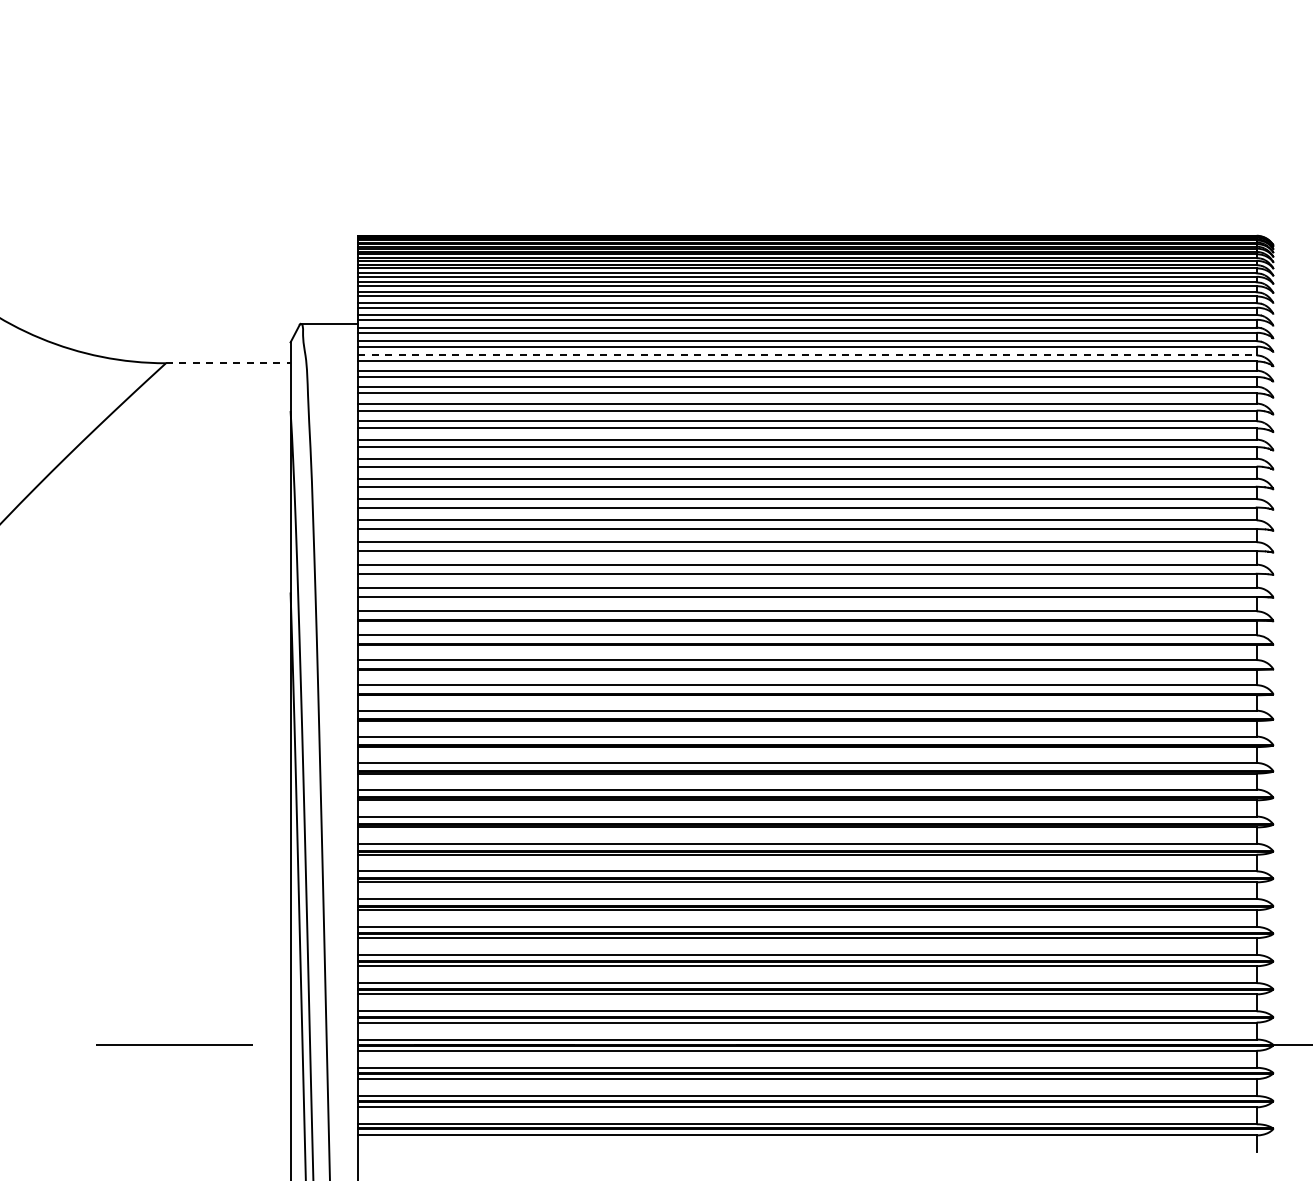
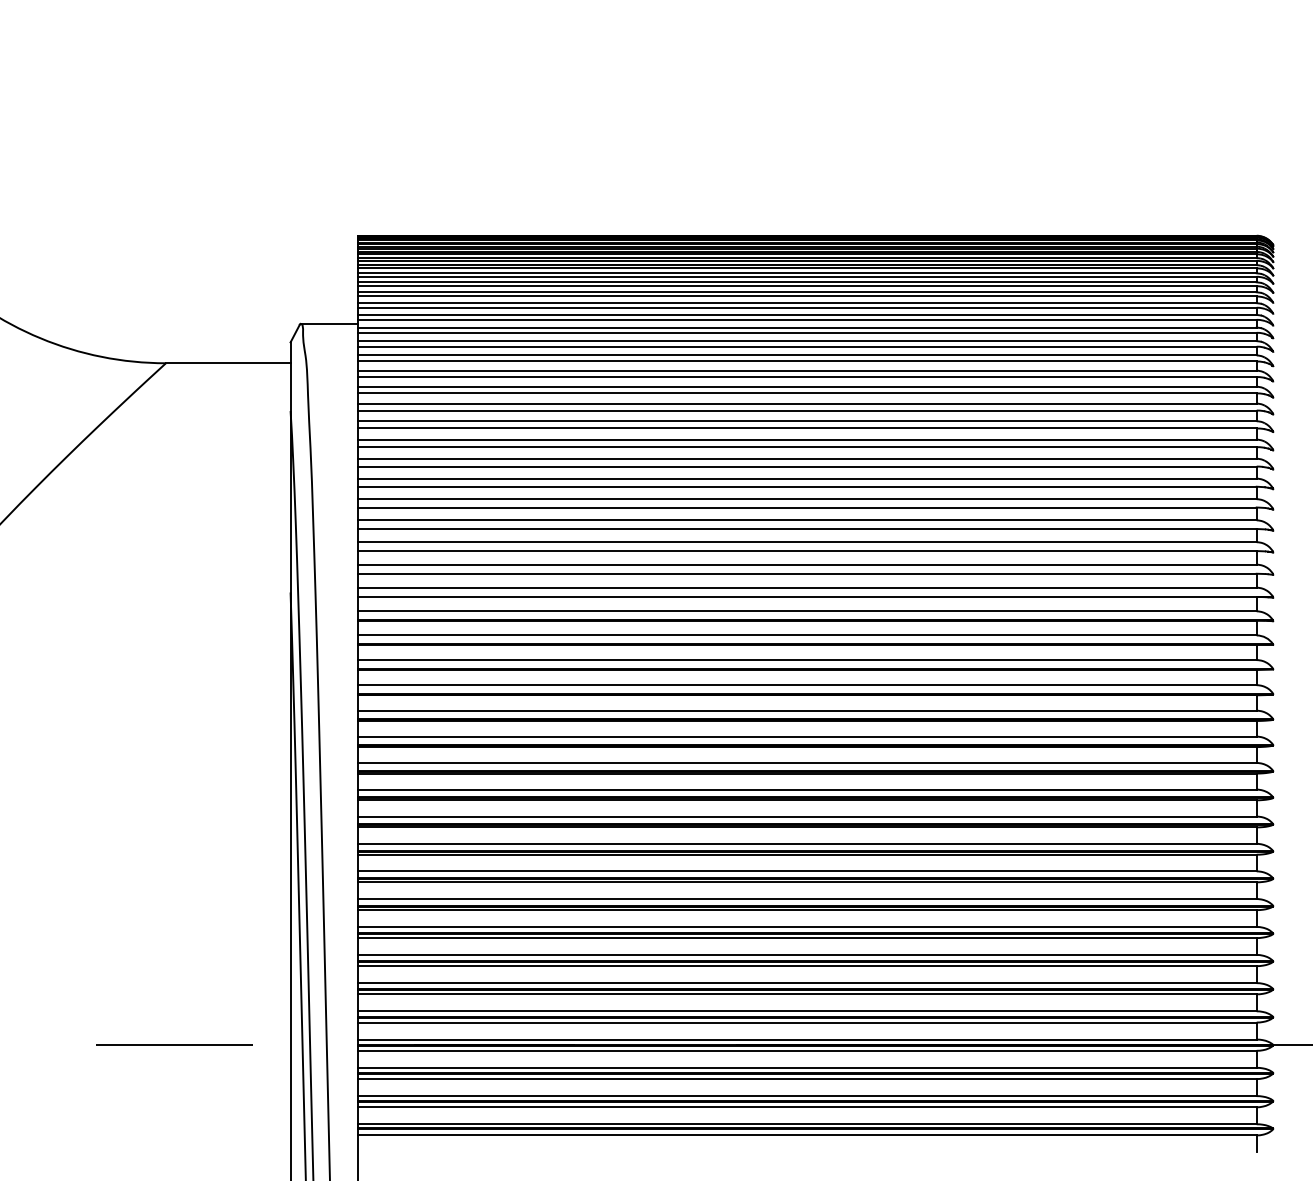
line at (808, 355): dashed -> solid
line at (228, 363): dashed -> solid
